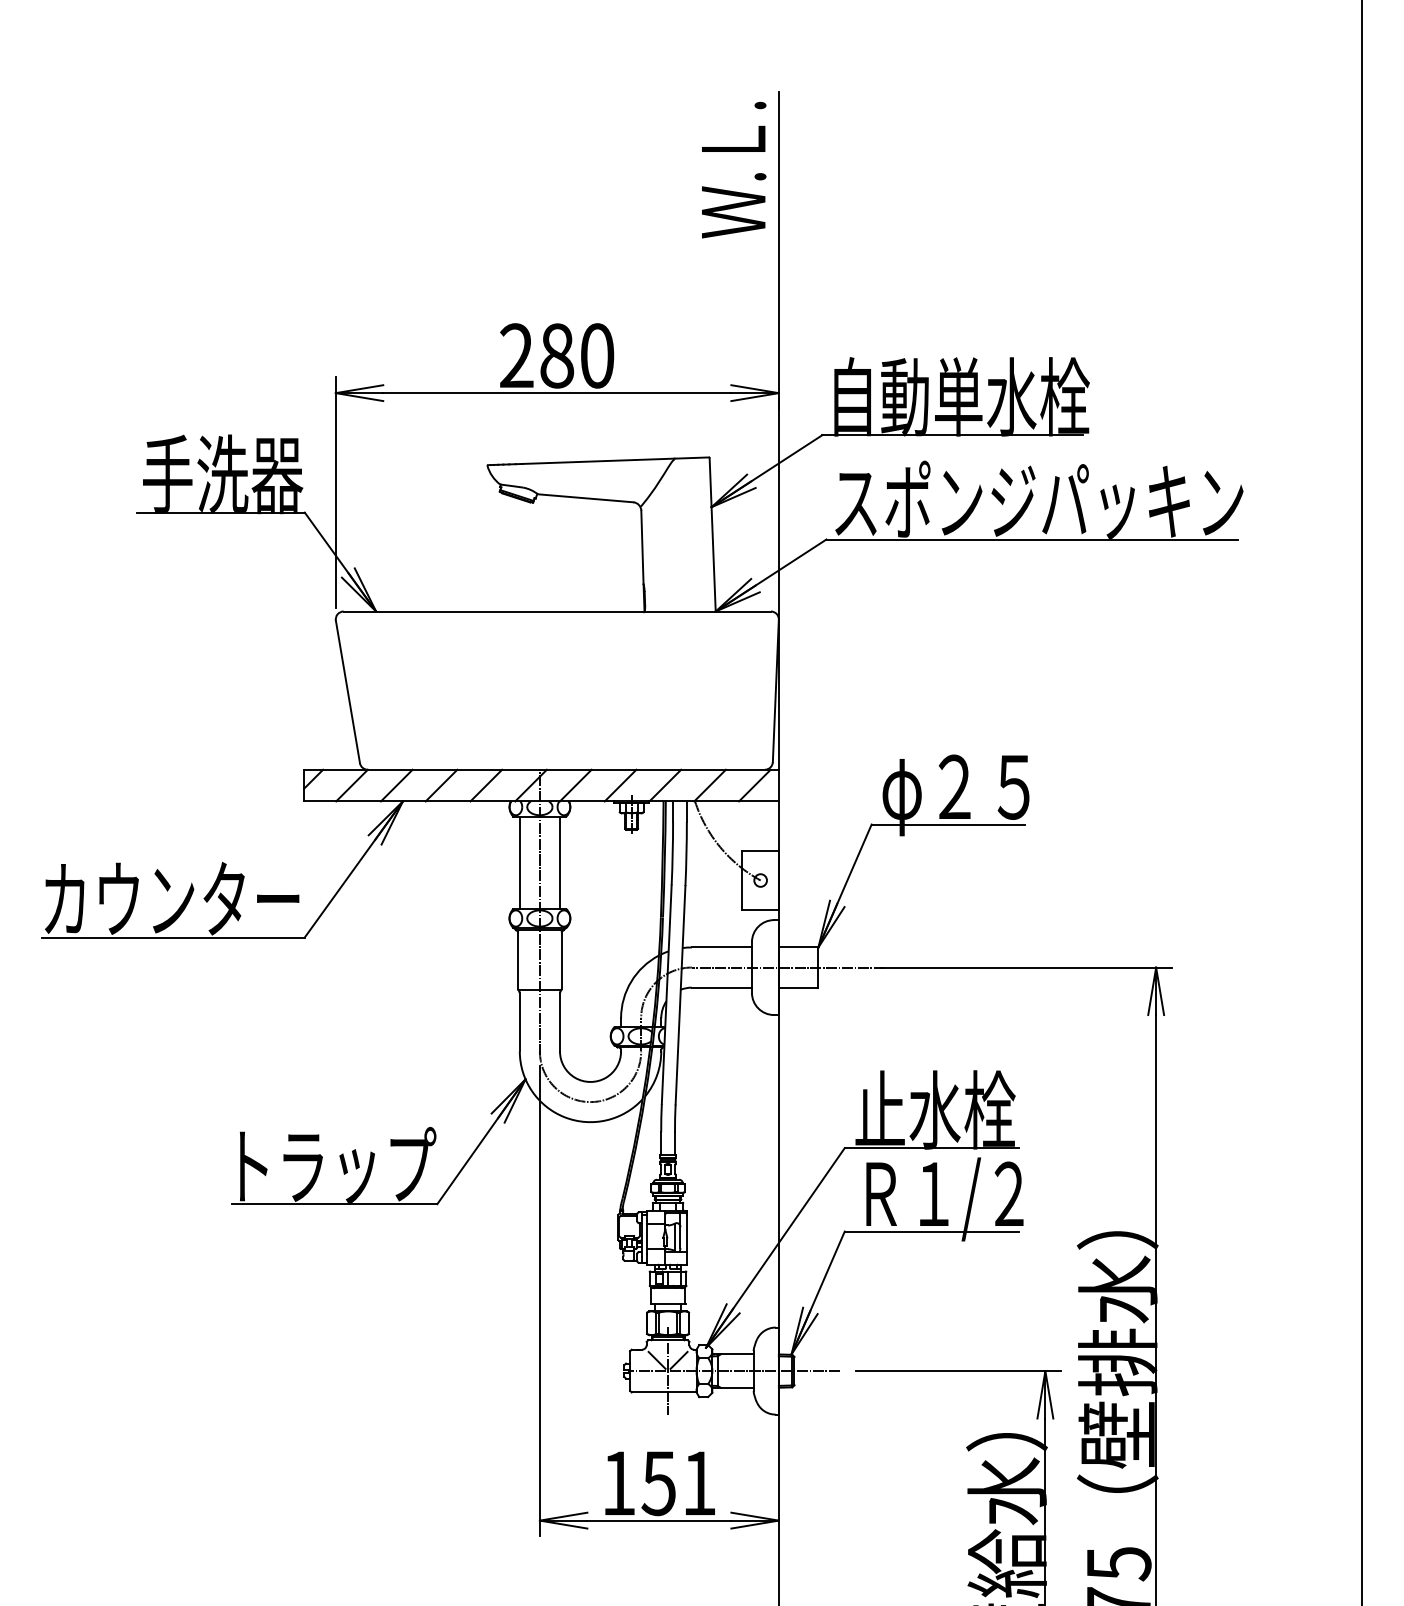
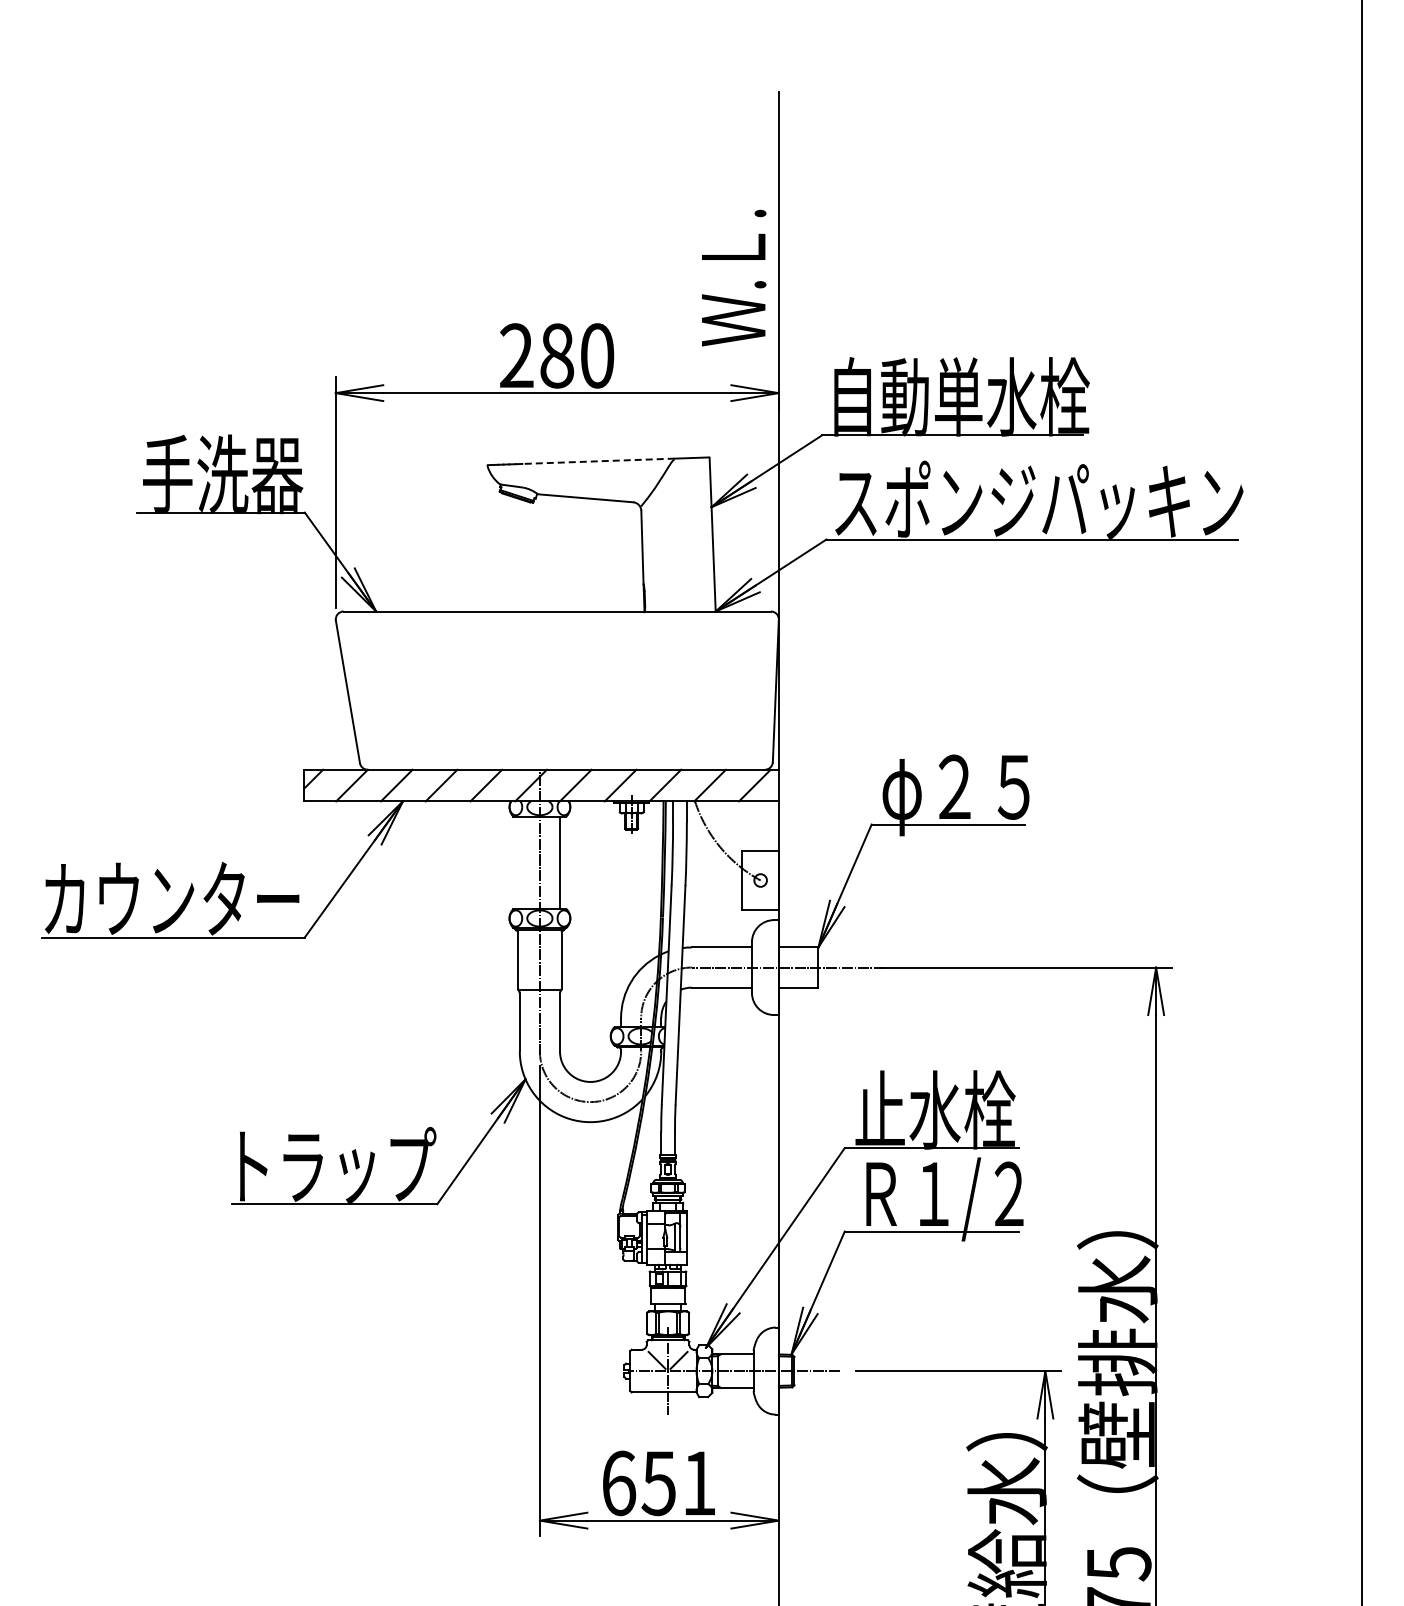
text at (734, 169) position: (734, 169) -> (734, 277)
line at (598, 461): solid -> dashed
line at (519, 862): present -> none
text at (619, 1483): 151 -> 651
